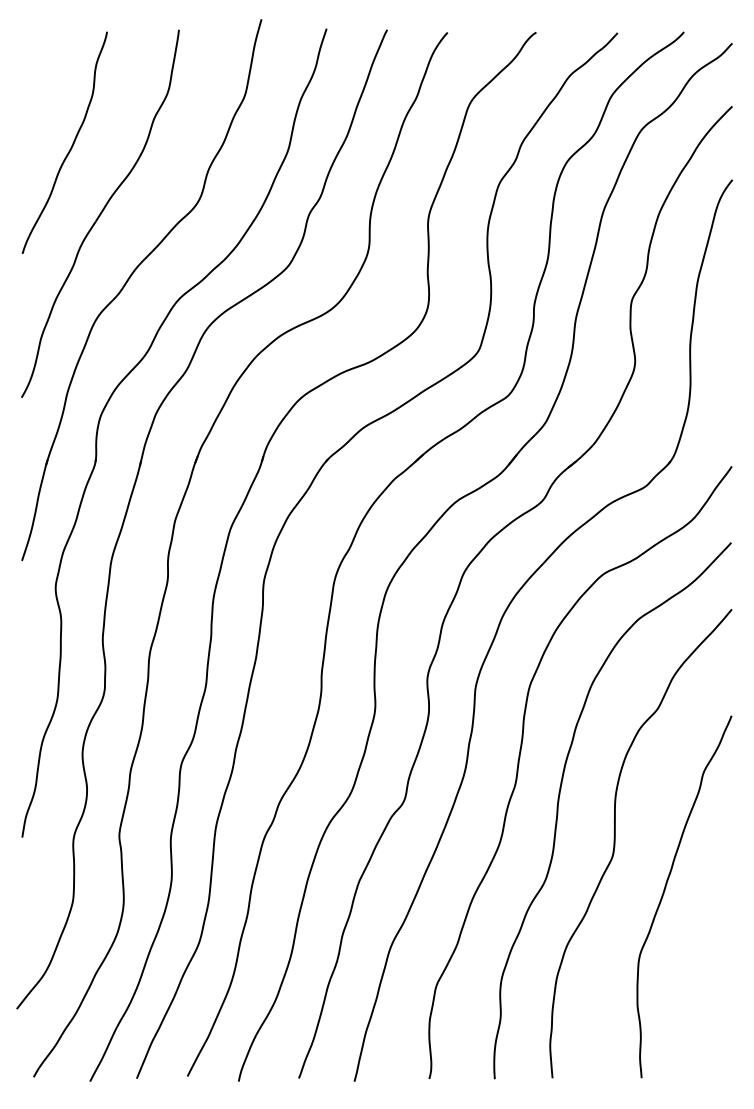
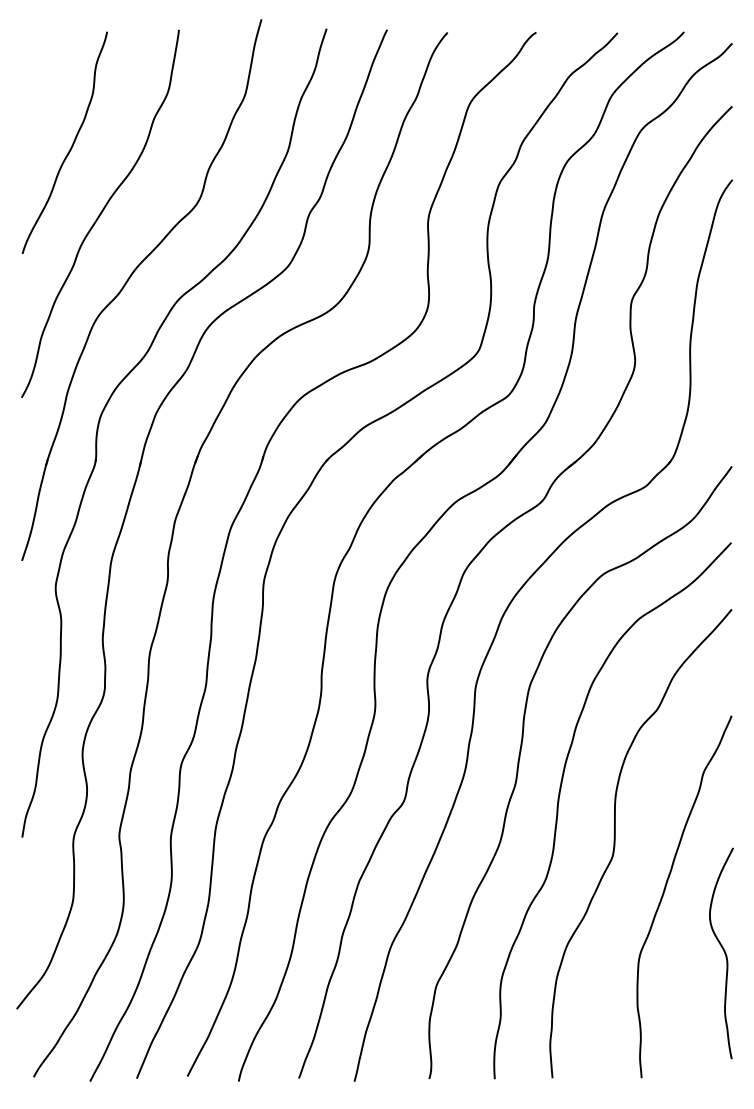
curve at (723, 951): none -> present
